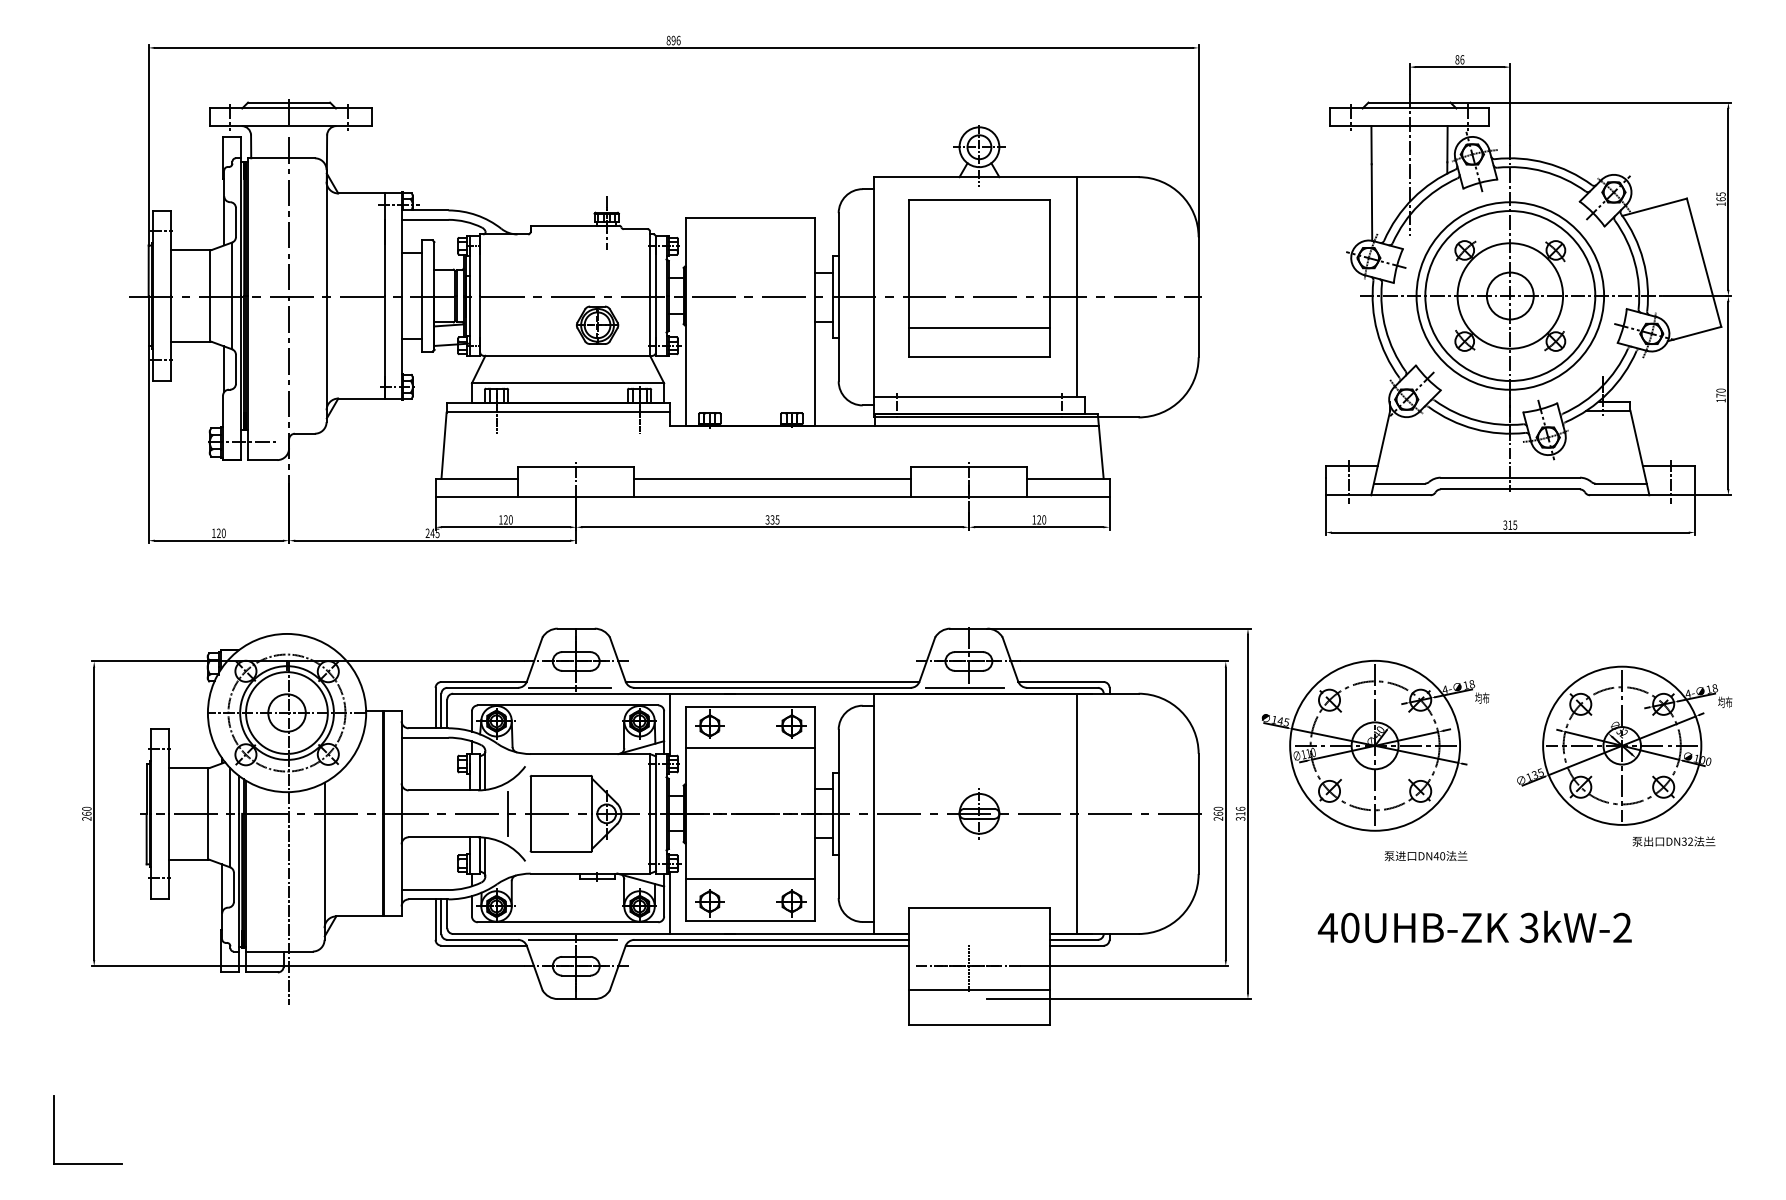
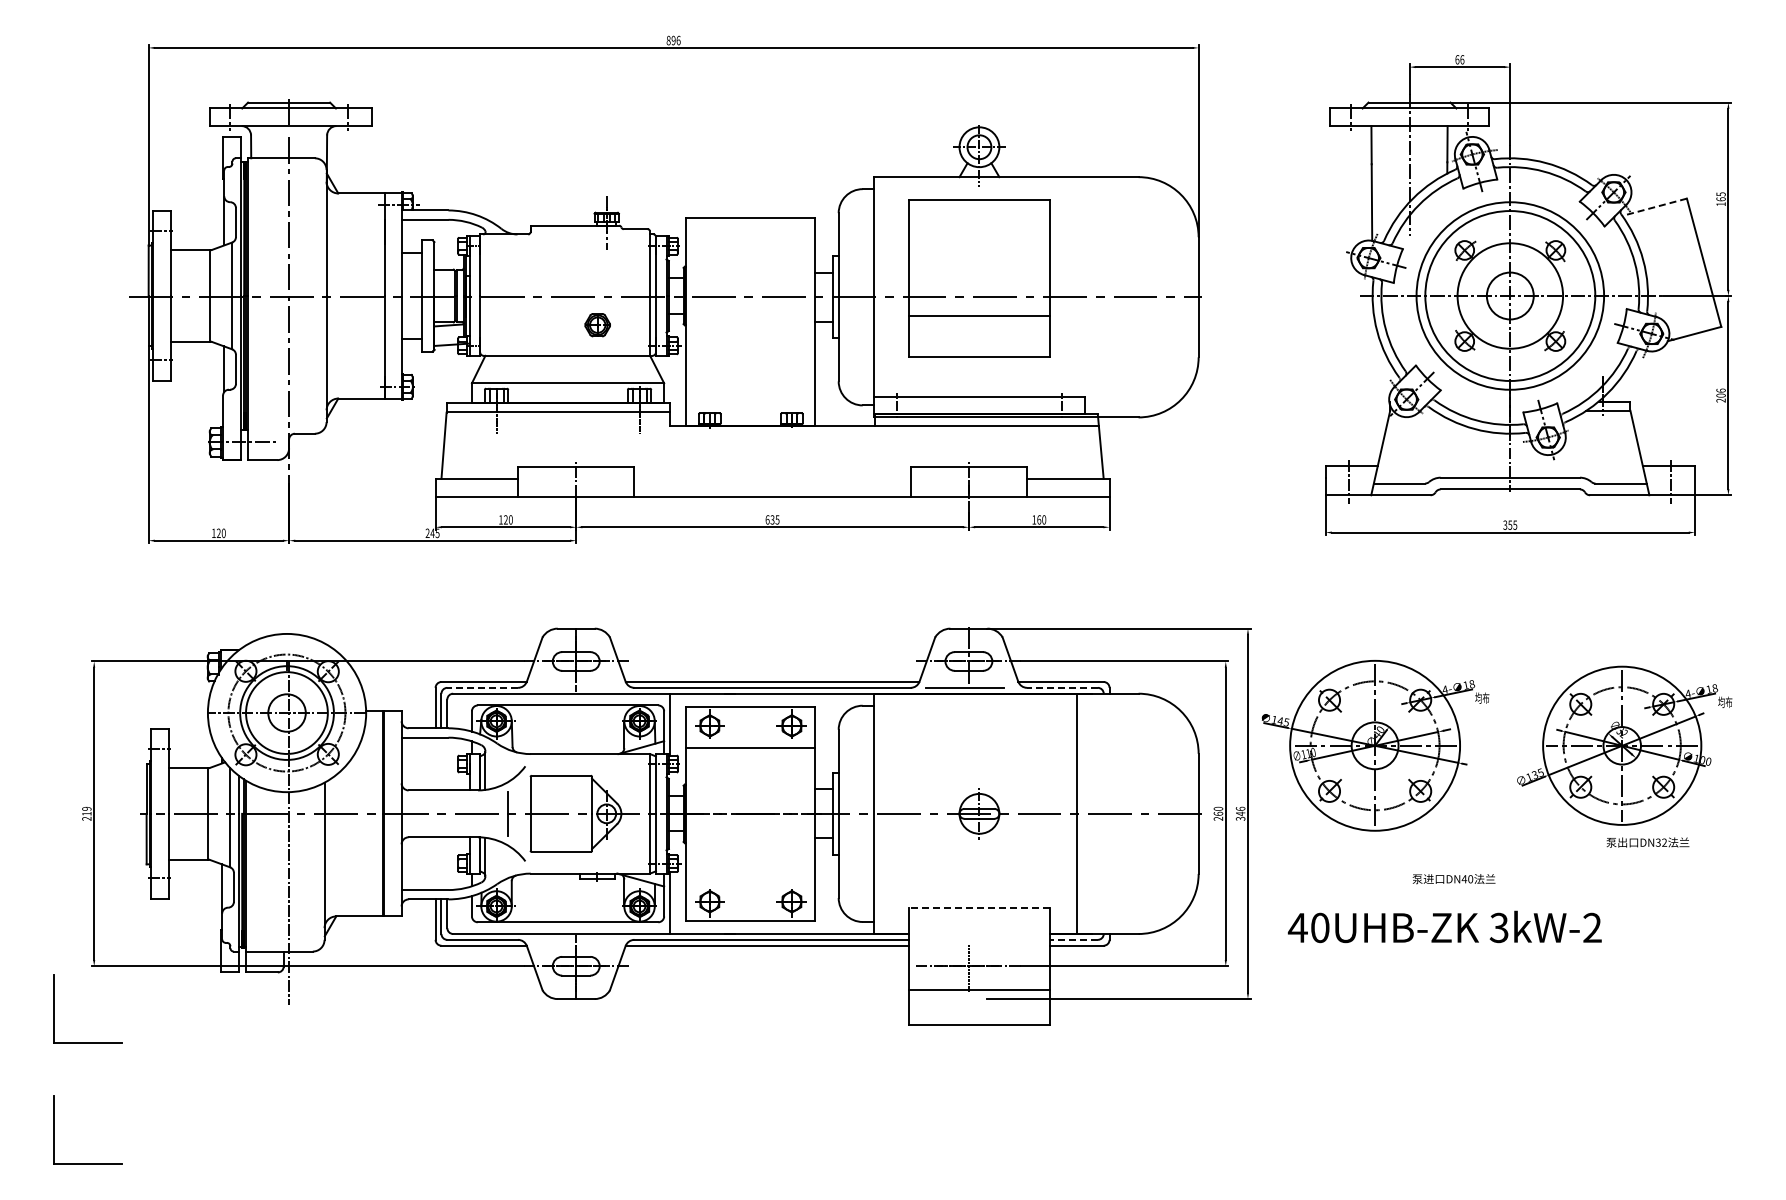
text at (1457, 59): 86 -> 66
line at (1654, 207): solid -> dashed
line at (1077, 286): present -> none
part at (597, 324) size: 44x40 px -> 27x25 px
line at (979, 328) position: (979, 328) -> (979, 316)
text at (1720, 395): 170 -> 206
line at (772, 478): present -> none
text at (767, 519): 335 -> 635
text at (1039, 519): 120 -> 160
text at (1510, 524): 315 -> 355
line at (482, 687): solid -> dashed
line at (569, 687): present -> none
line at (1062, 687): solid -> dashed
text at (86, 811): 260 -> 219
text at (1240, 813): 316 -> 346
text at (1673, 841) position: (1673, 841) -> (1647, 842)
text at (1425, 856) position: (1425, 856) -> (1453, 879)
line at (750, 879): present -> none
line at (978, 907): solid -> dashed
text at (1474, 926) position: (1474, 926) -> (1444, 926)
line at (572, 939): present -> none
line at (1073, 939): solid -> dashed
part at (54, 1008): none -> present
